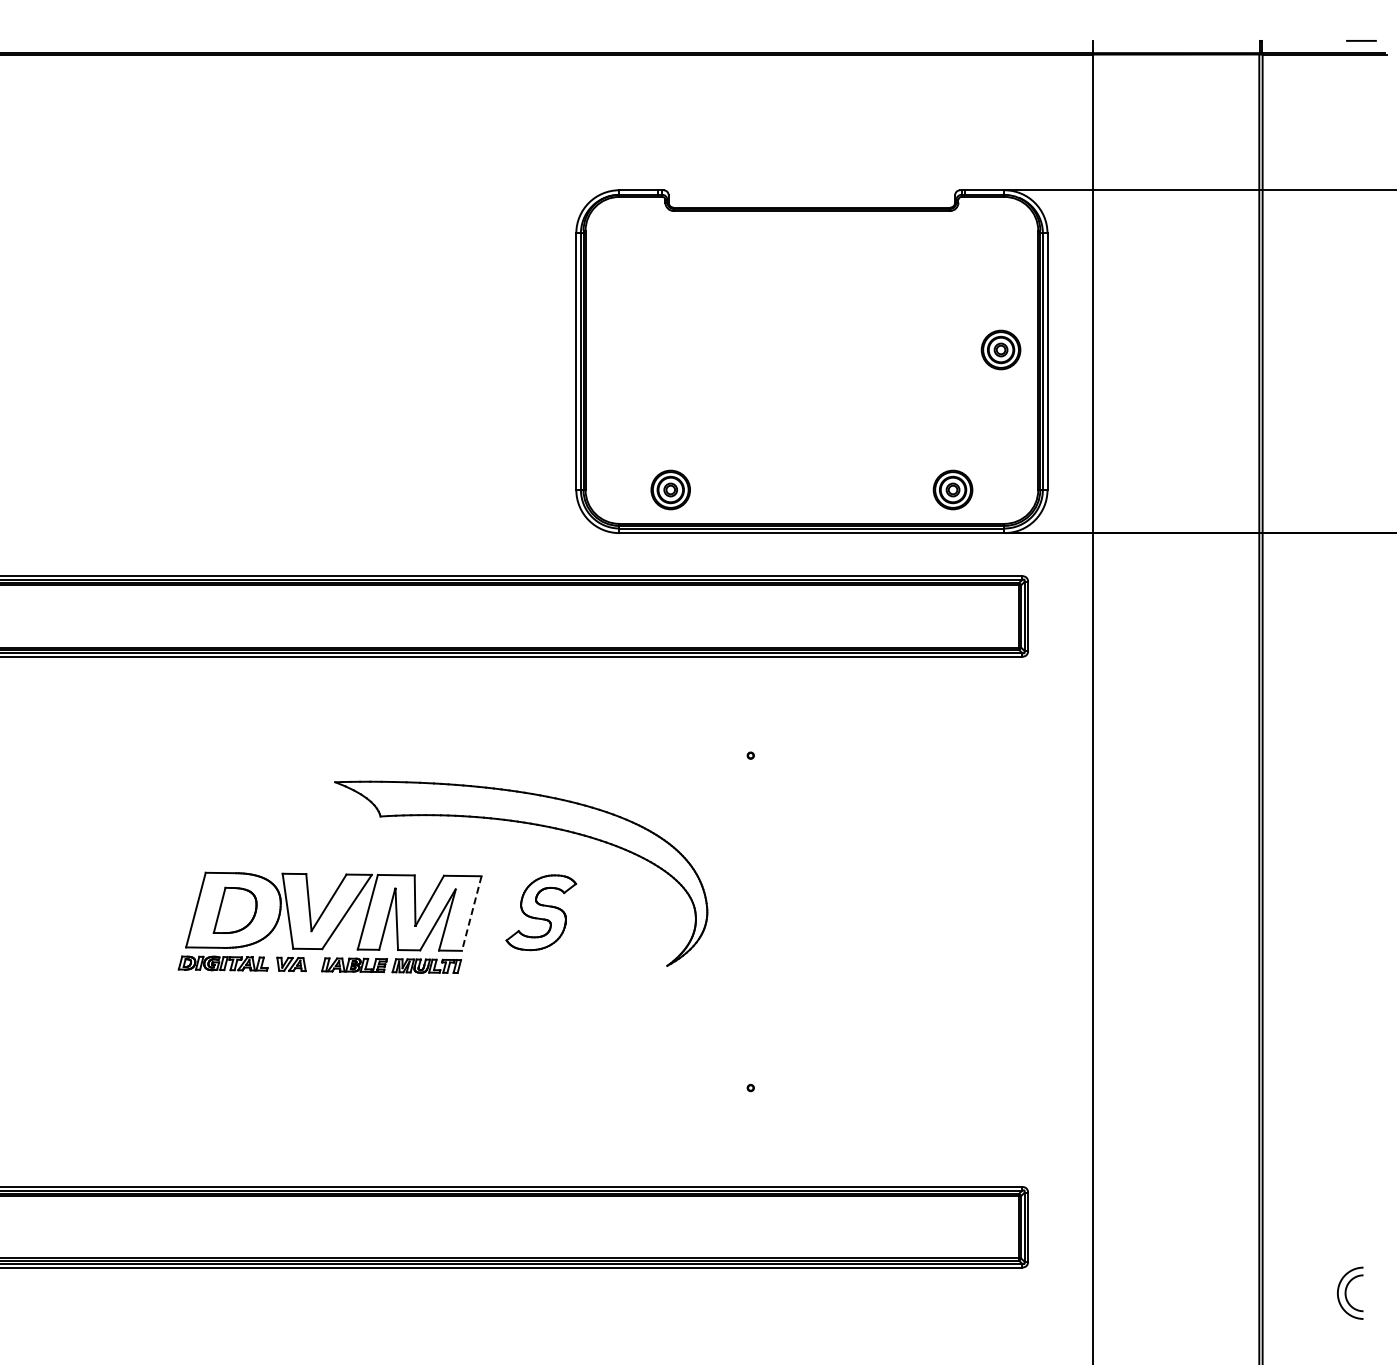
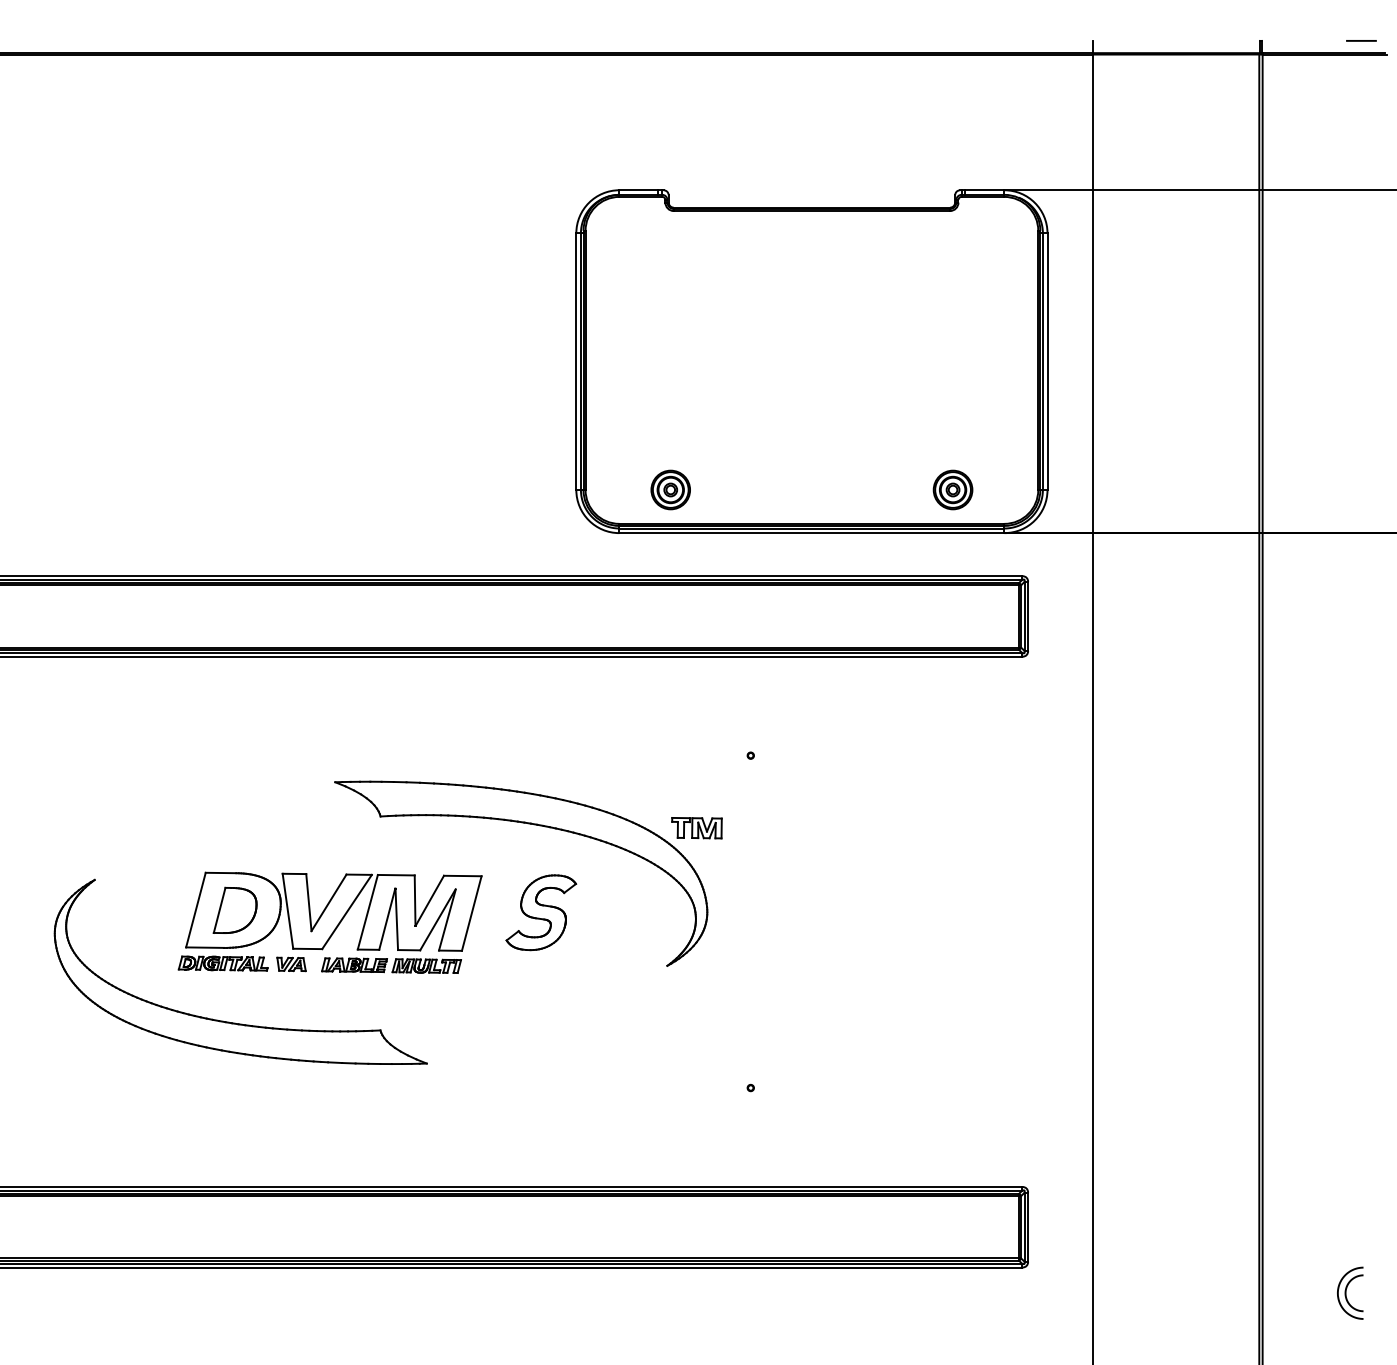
part at (1000, 349): present -> none
part at (696, 828): none -> present
line at (471, 913): dashed -> solid
part at (229, 1021): none -> present
